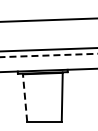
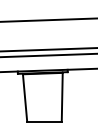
line at (49, 55): dashed -> solid
line at (25, 97): dashed -> solid
